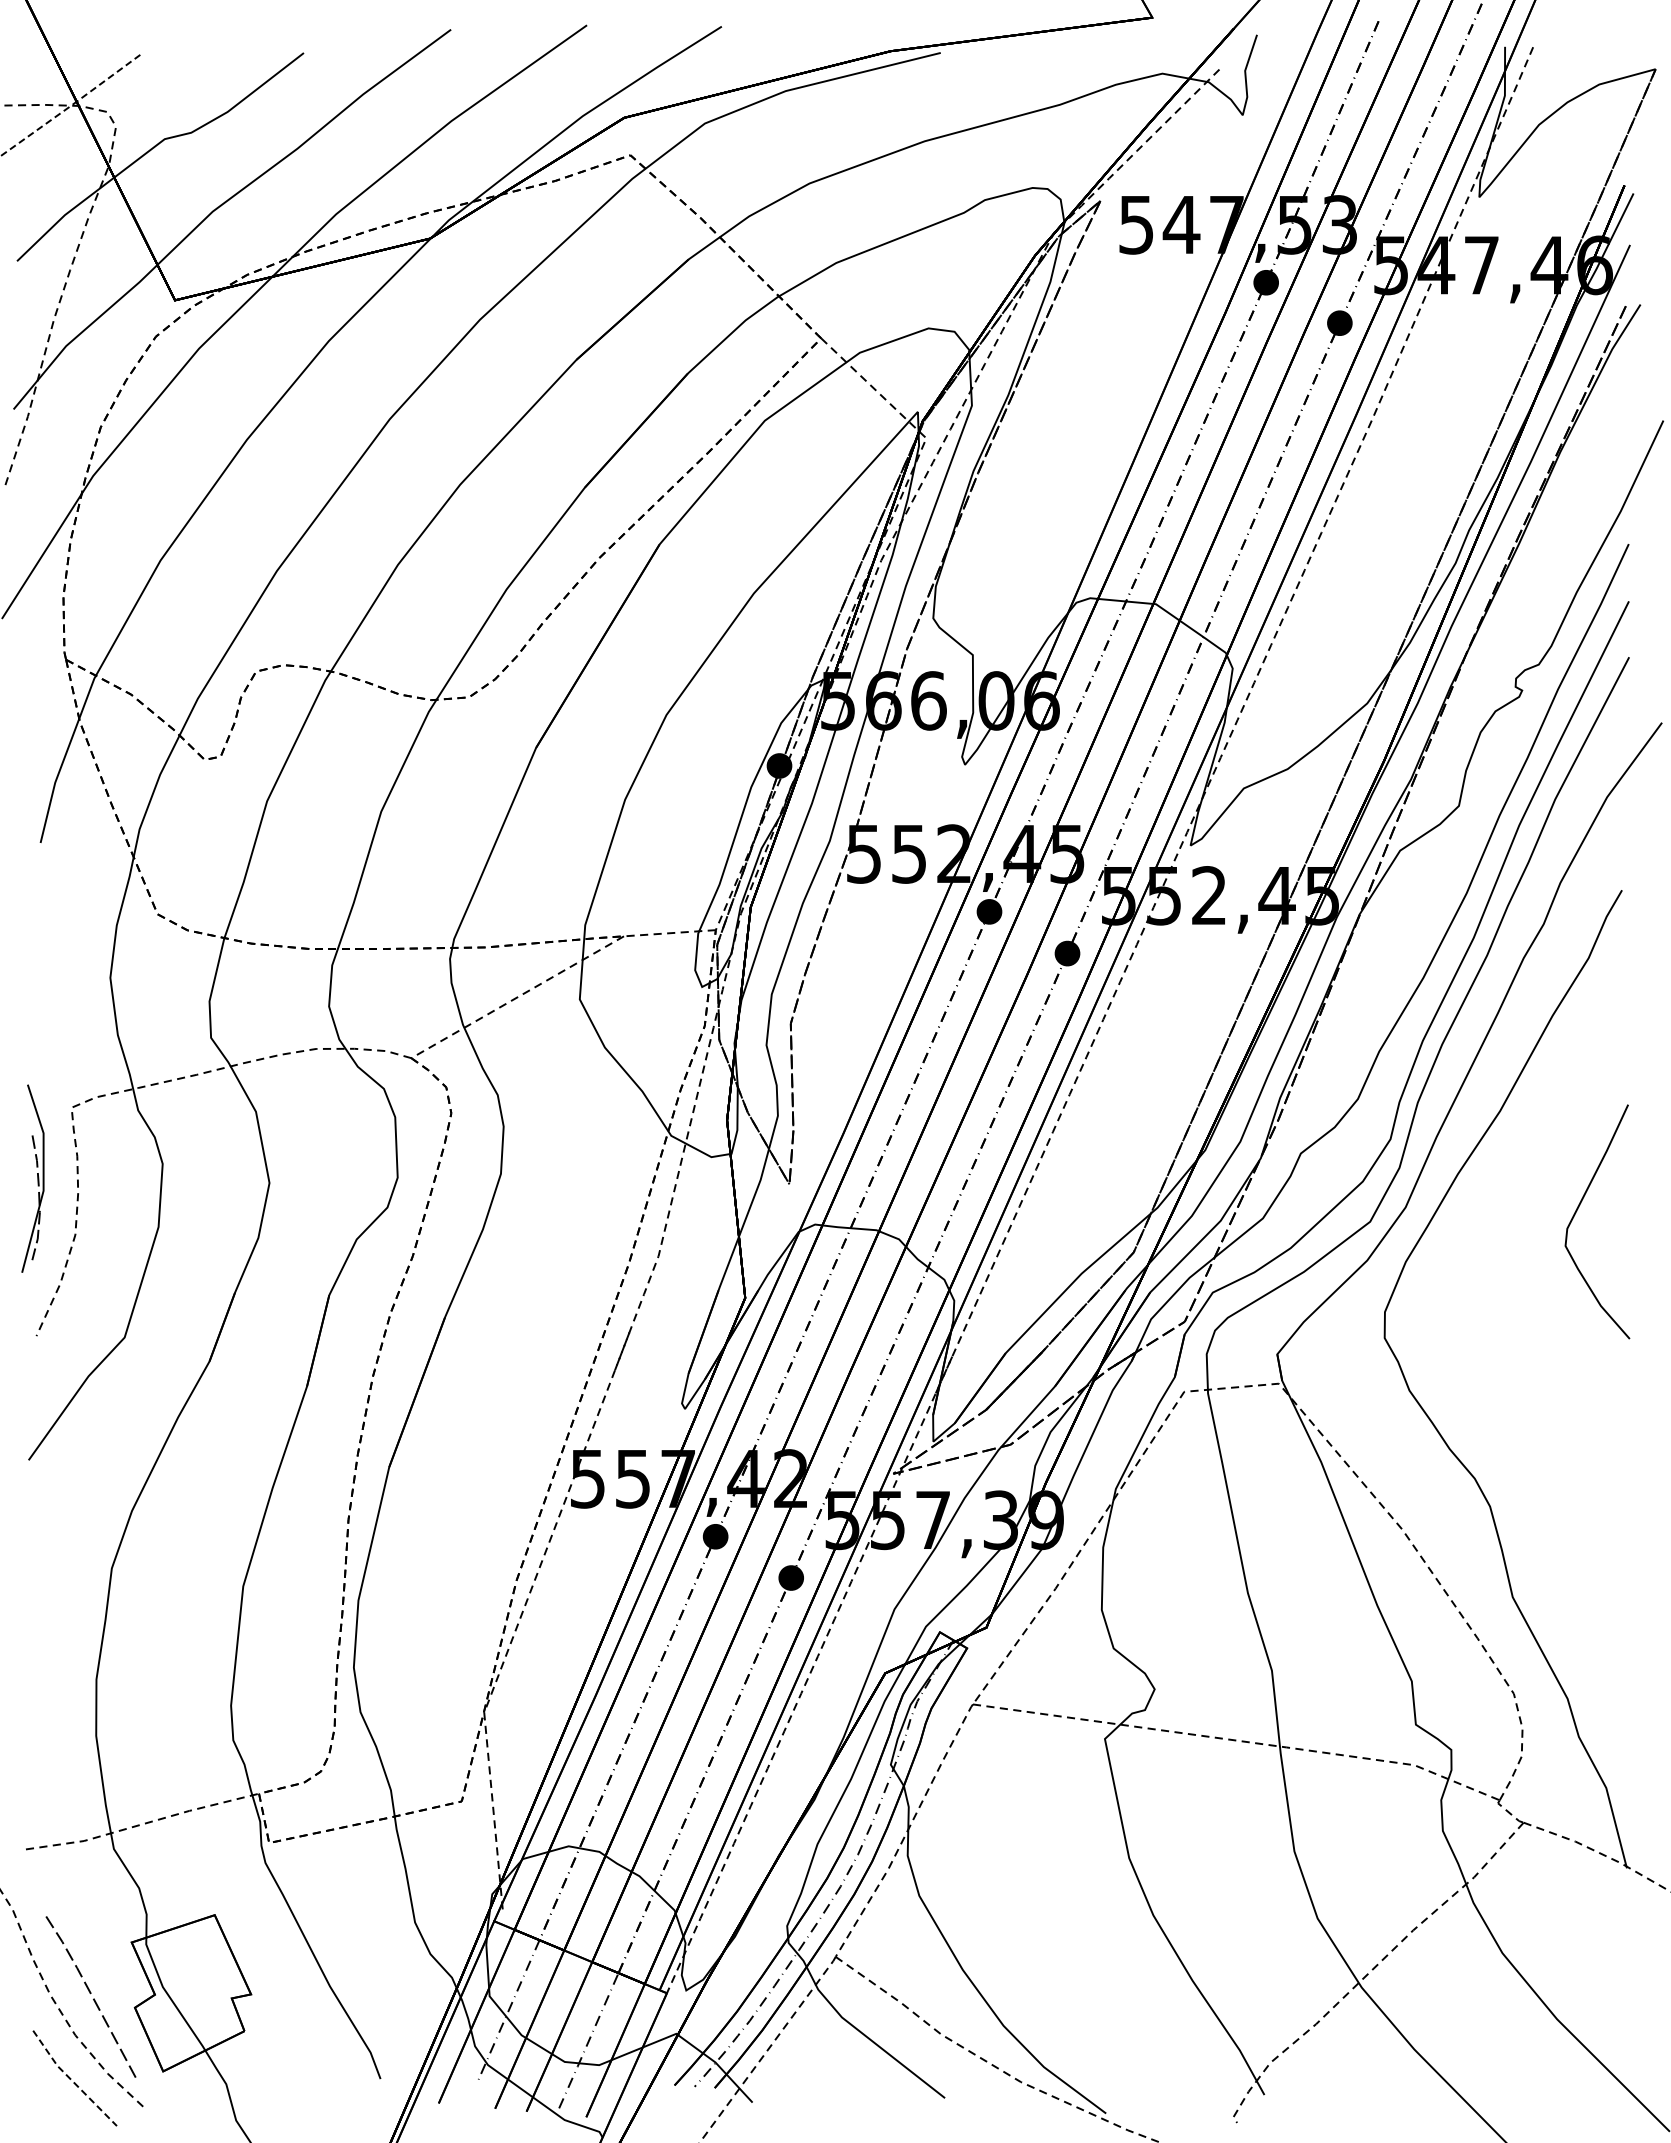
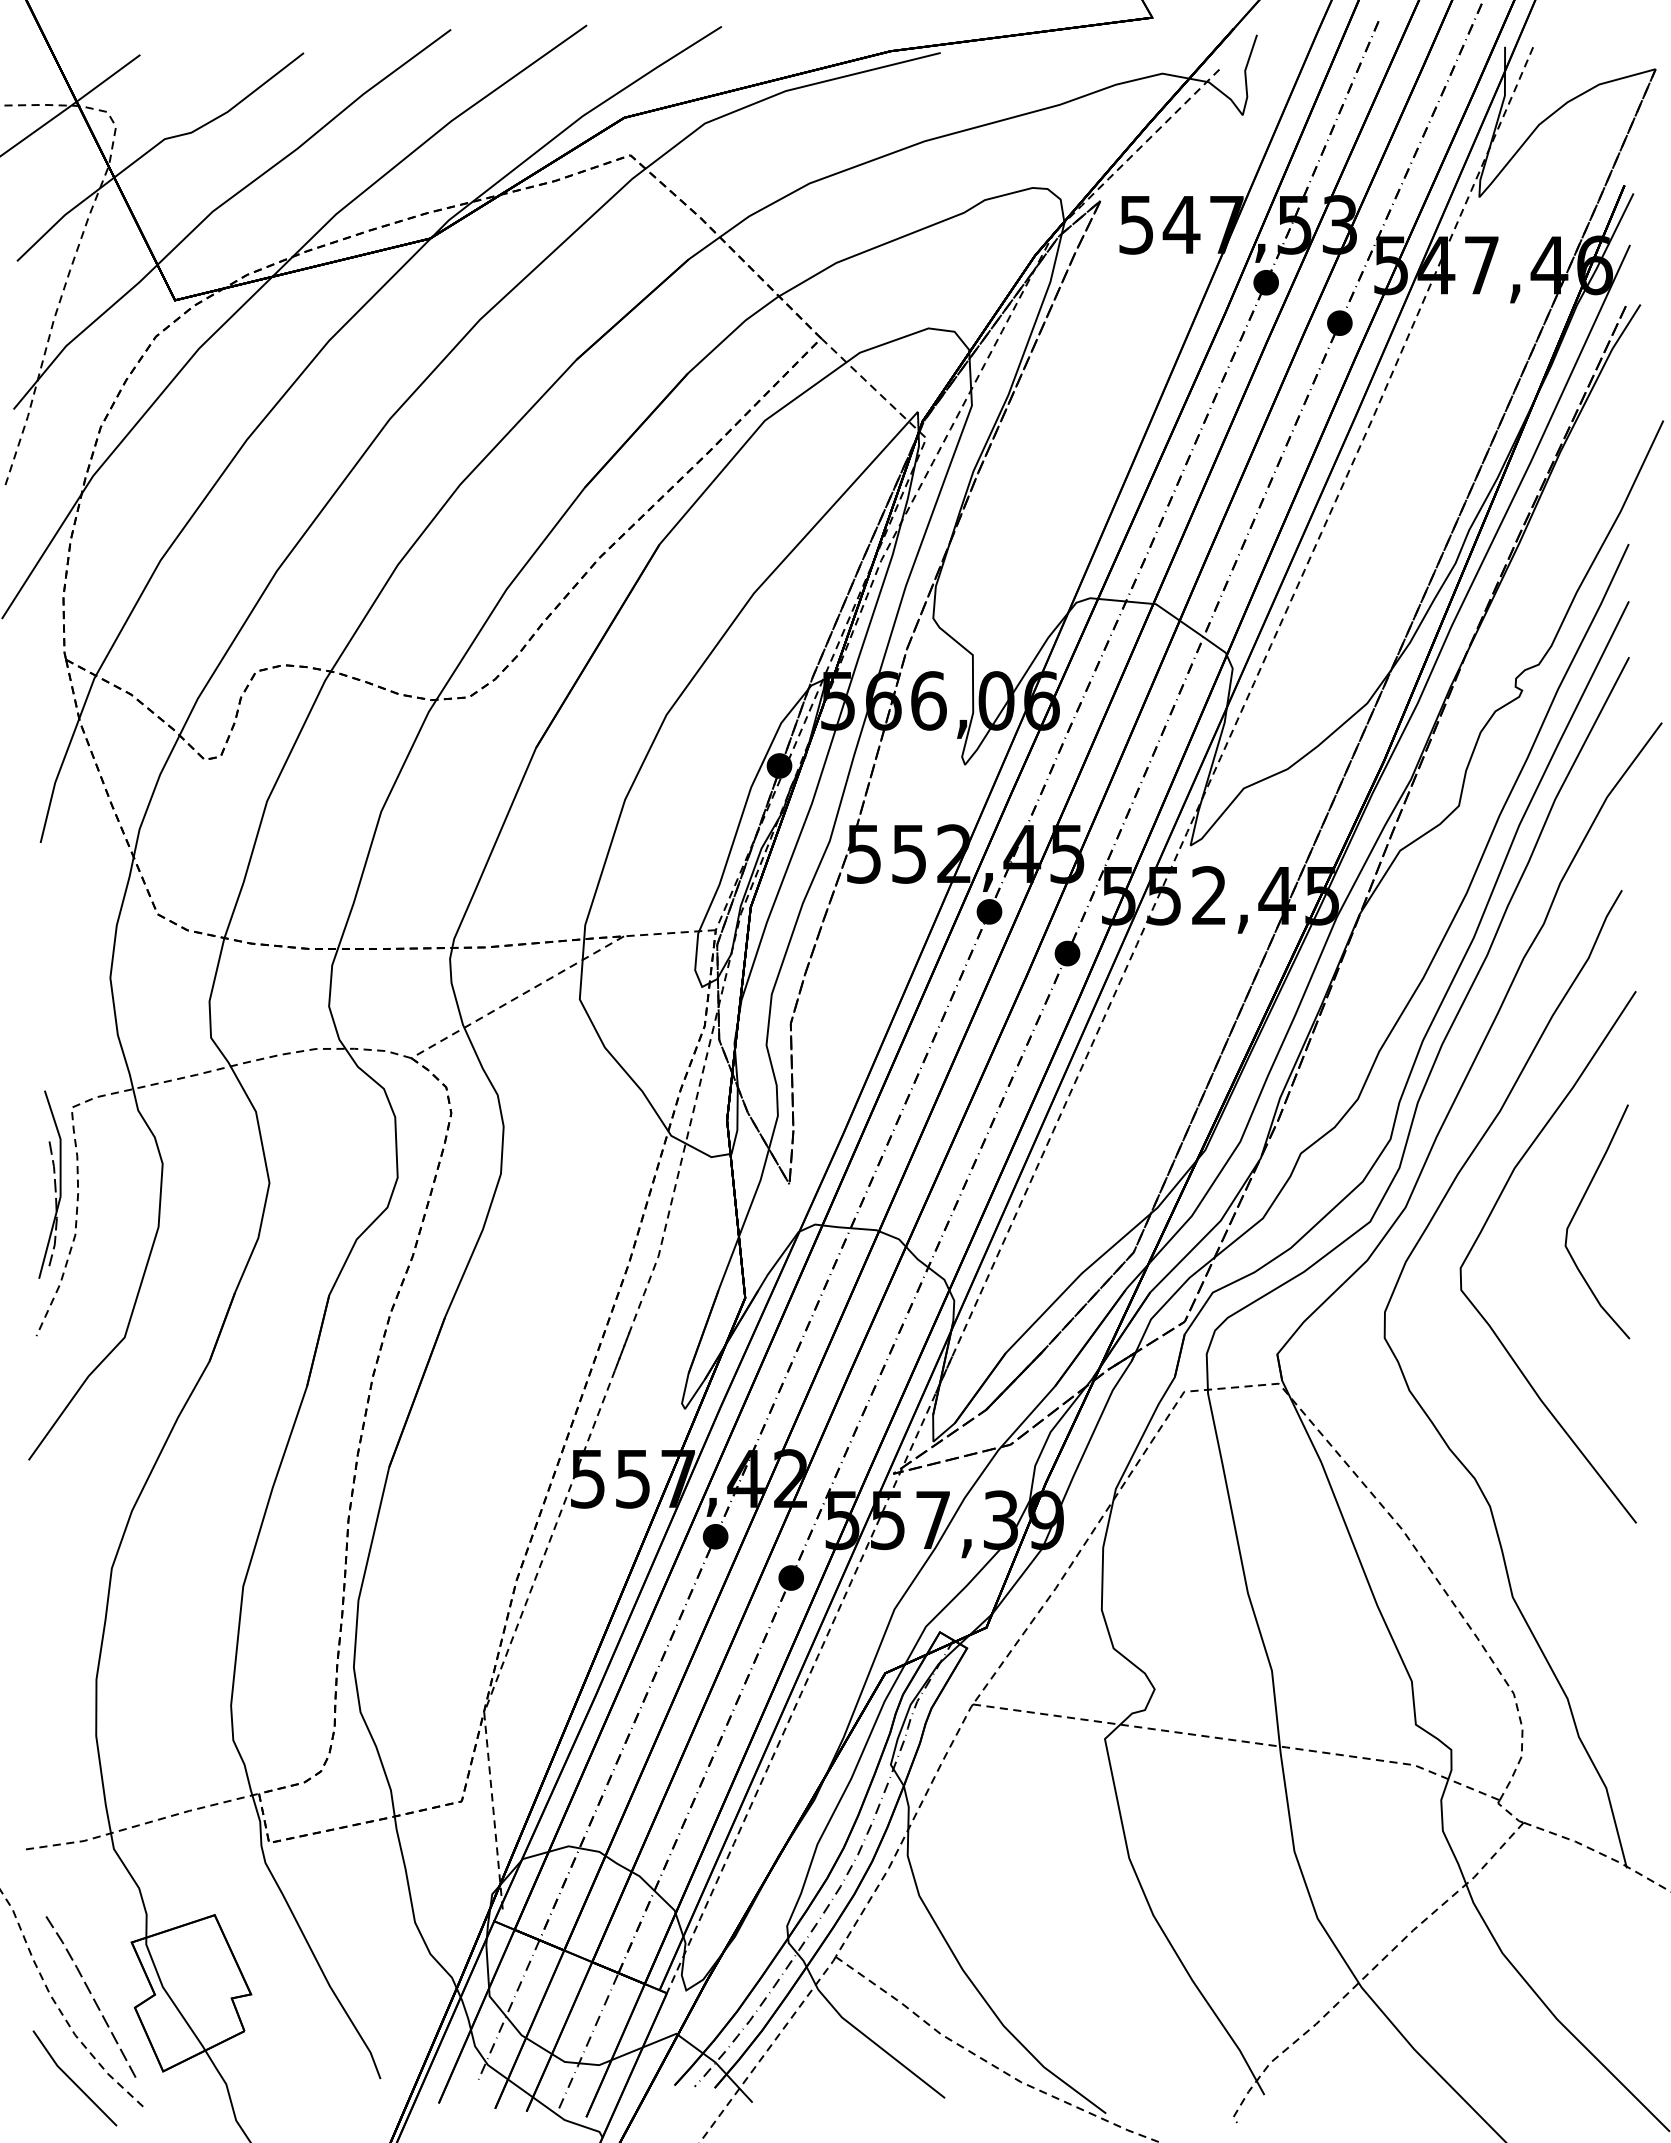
line at (70, 106): dashed -> solid
part at (32, 1178) position: (32, 1178) -> (49, 1184)
curve at (1485, 1225): none -> present
line at (72, 2080): dashed -> solid
